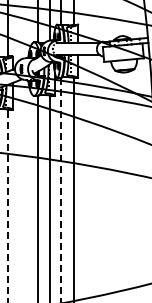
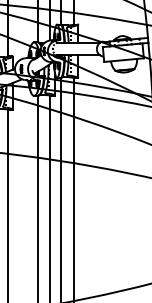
line at (61, 190): dashed -> solid
line at (8, 205): dashed -> solid
